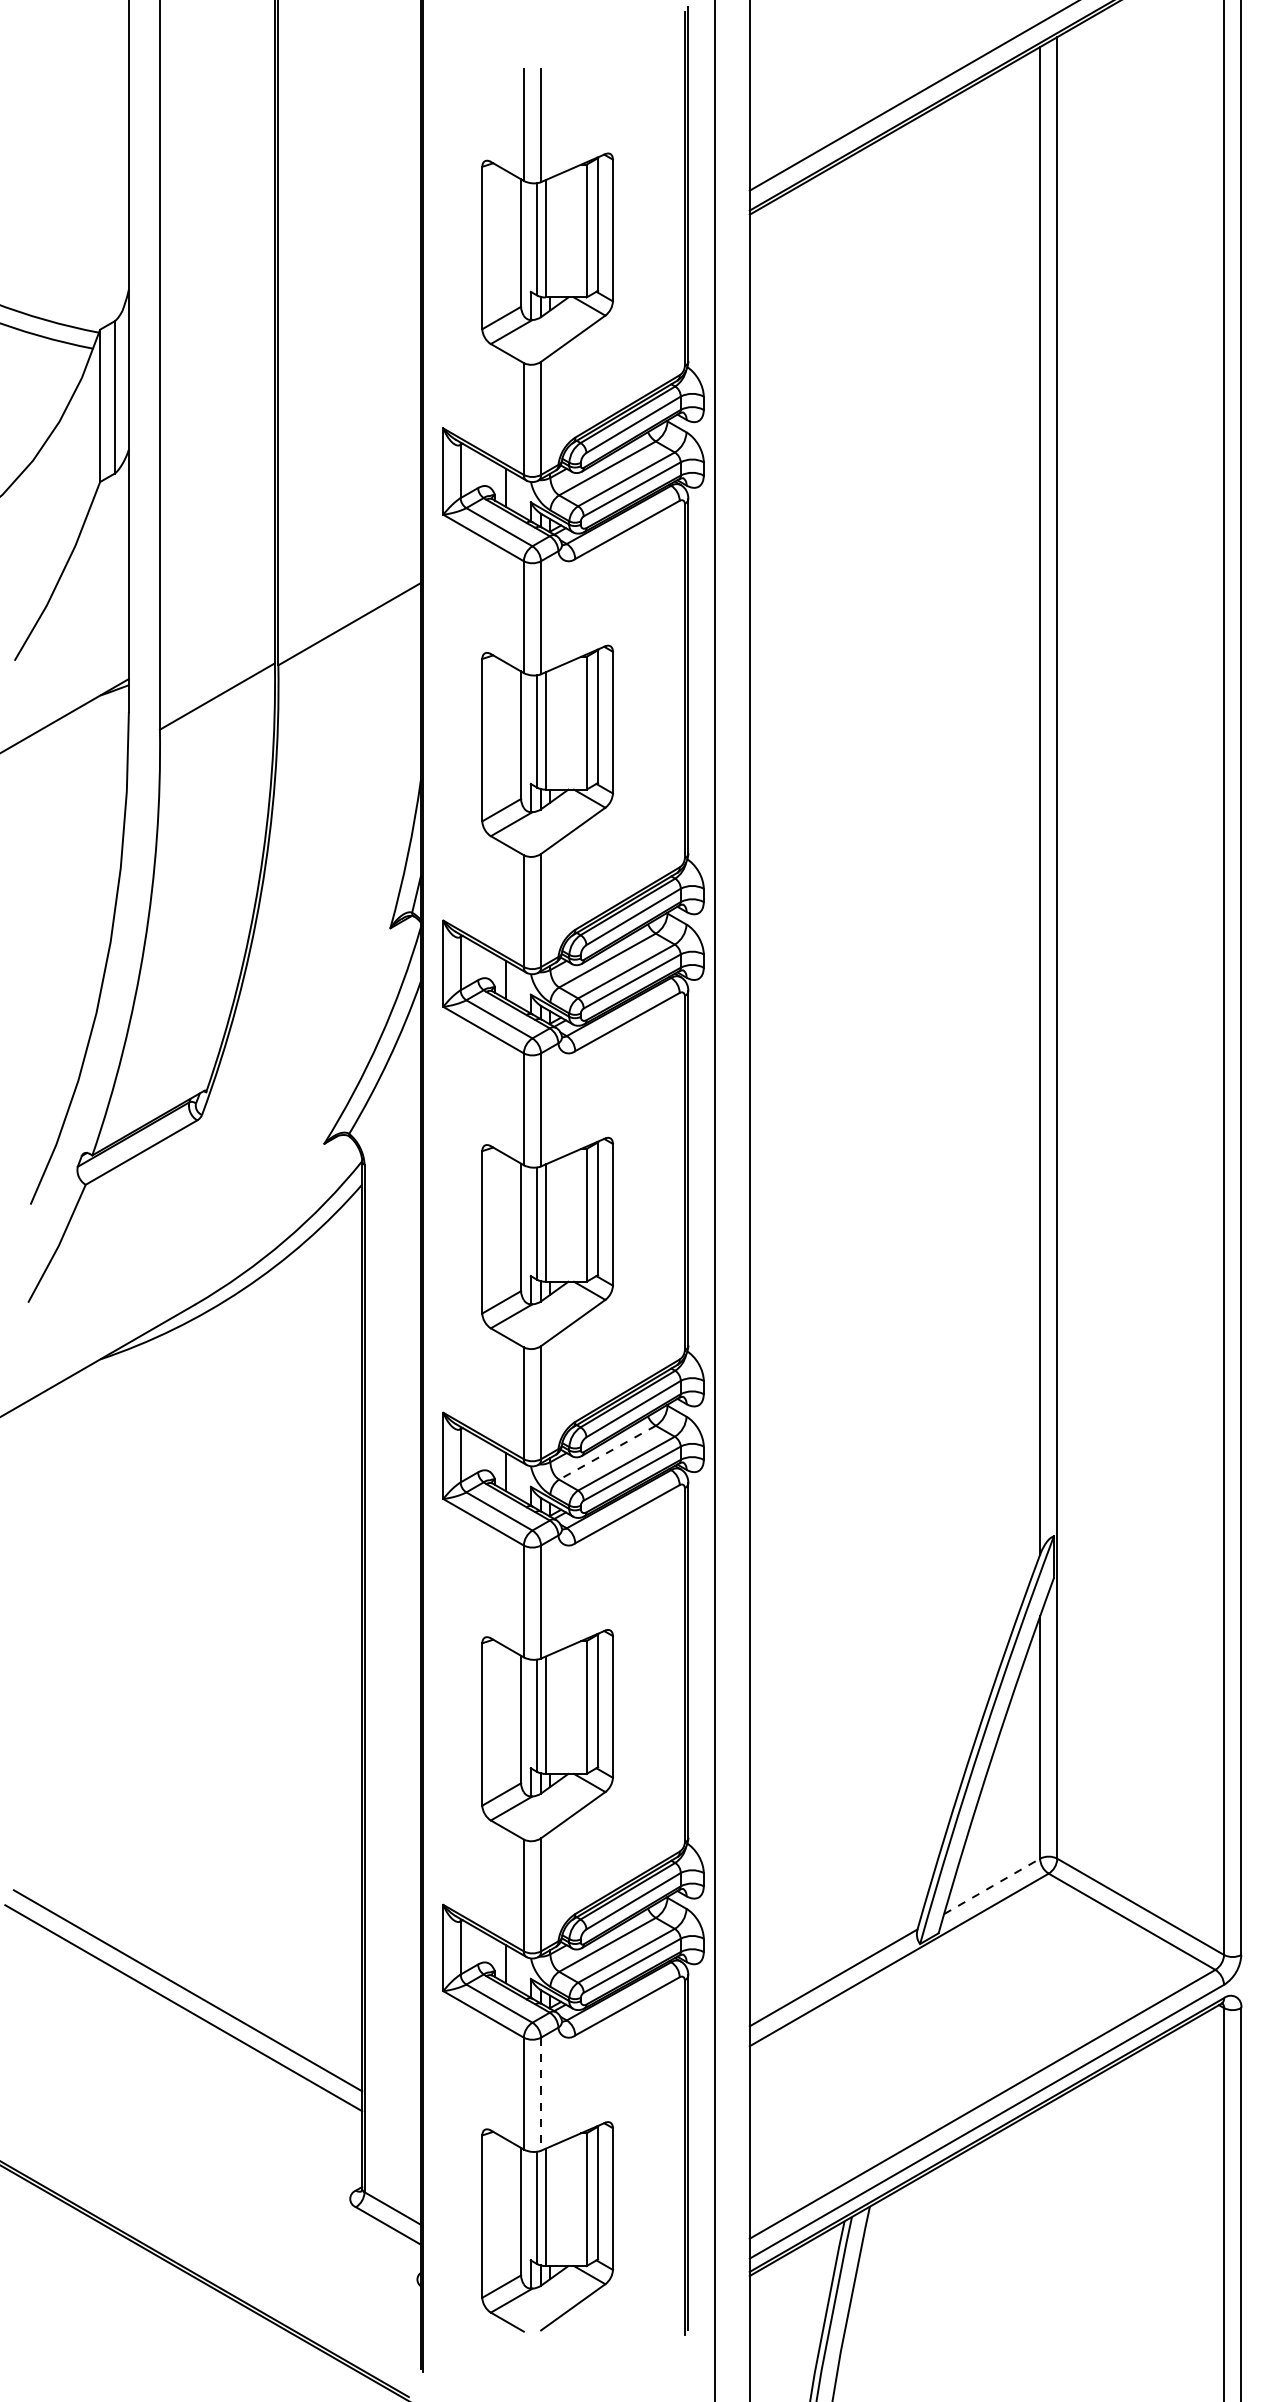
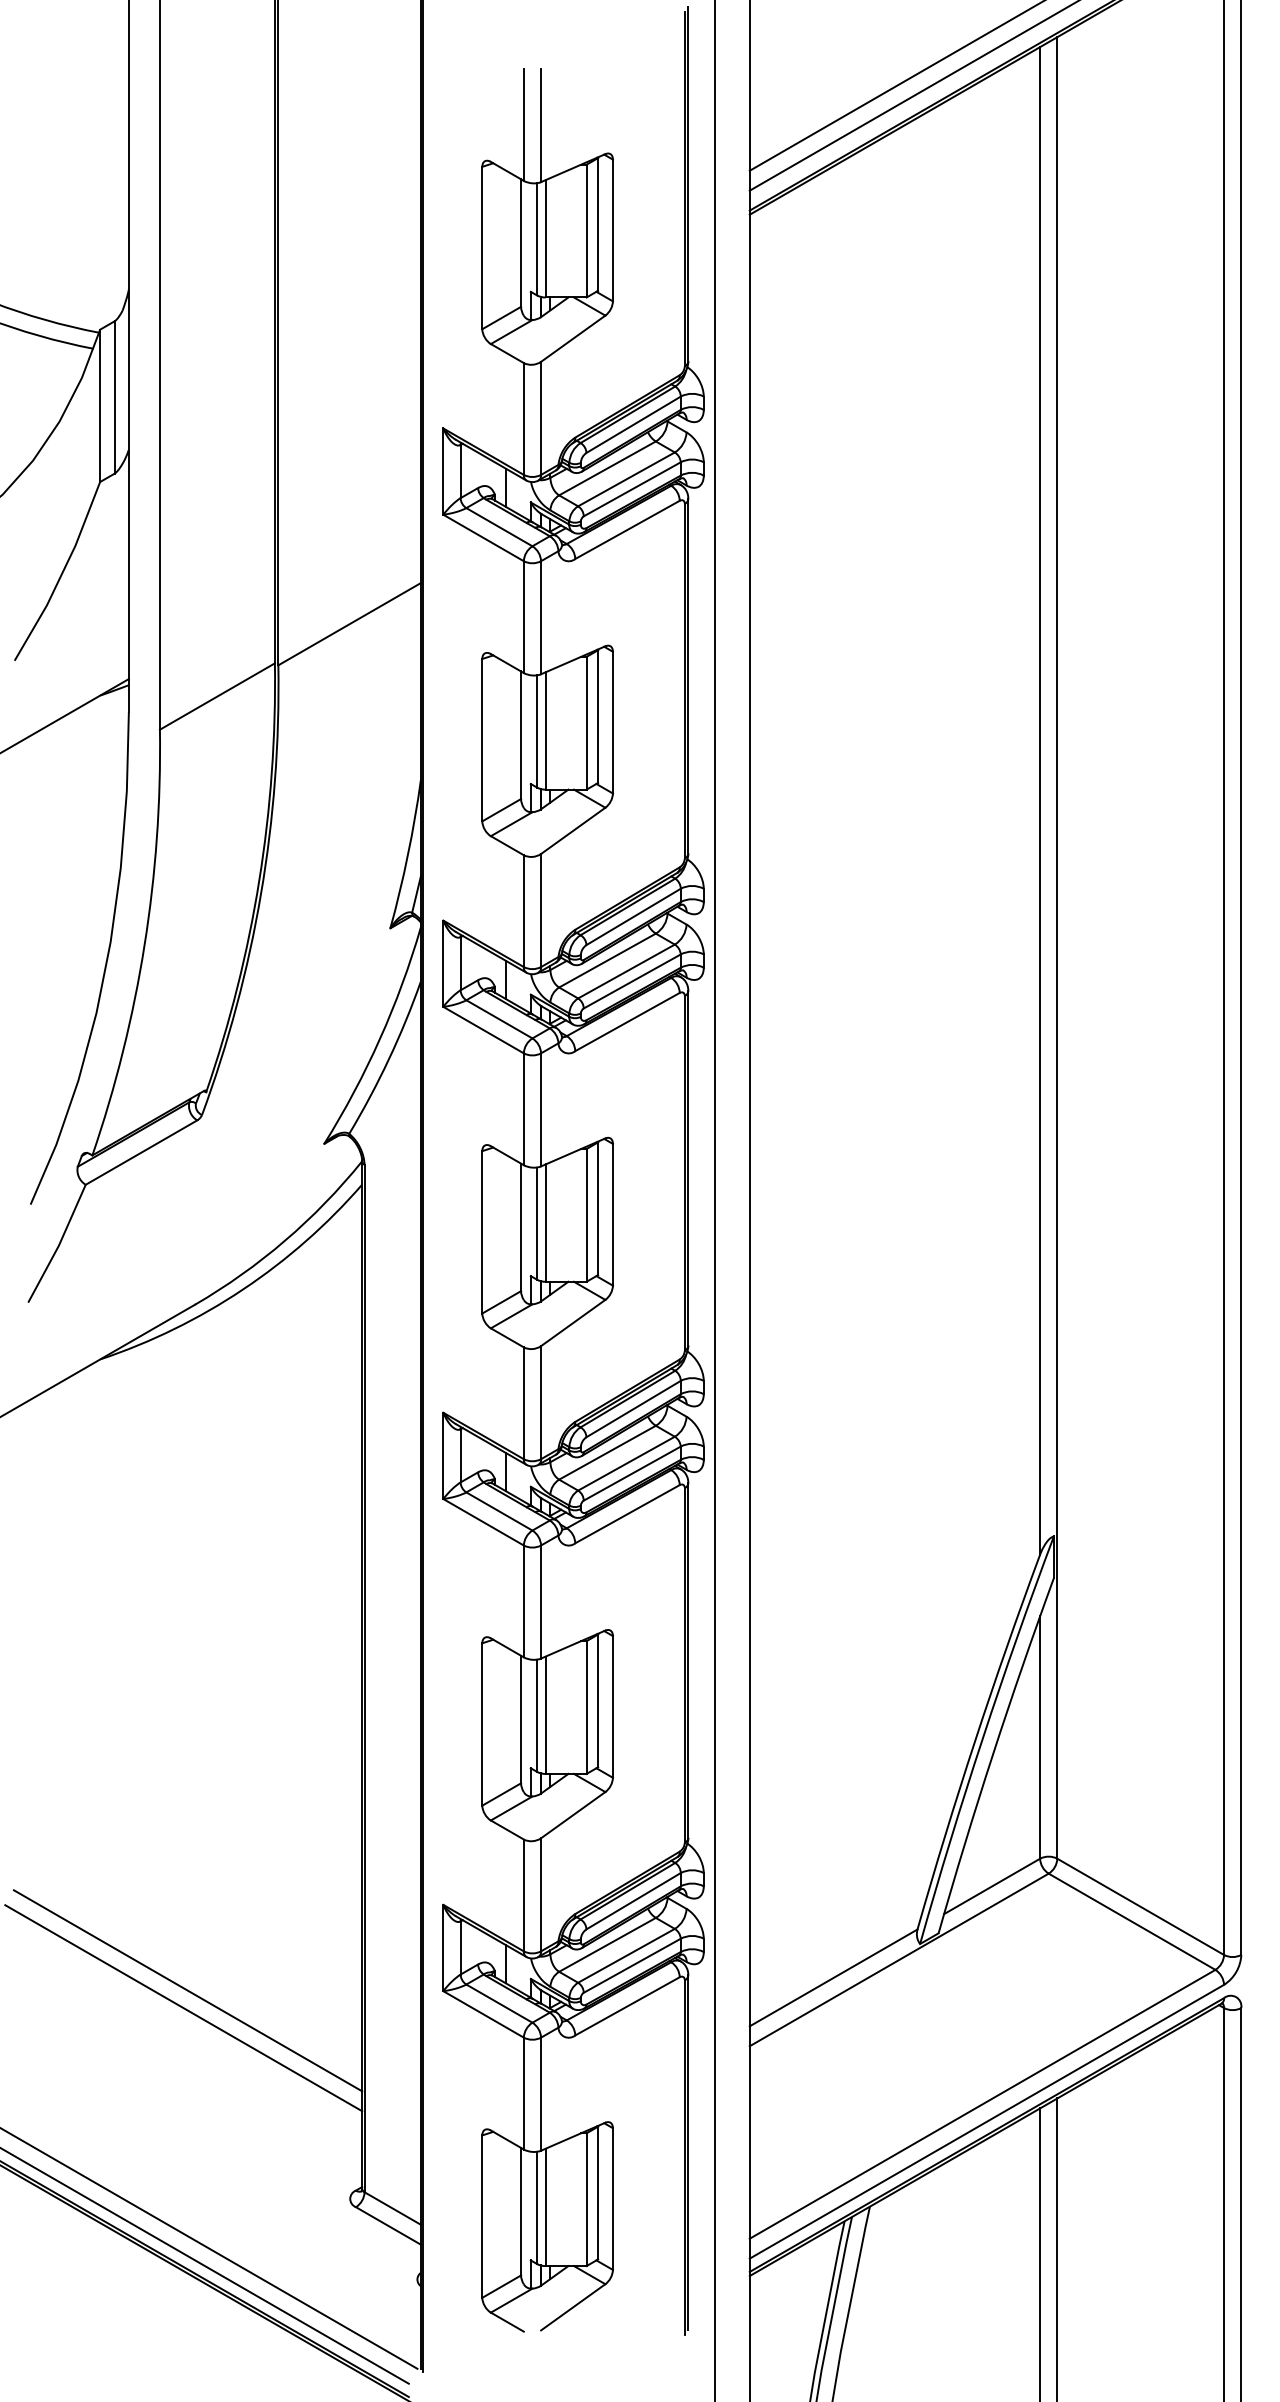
line at (895, 86): none -> present
line at (607, 1452): dashed -> solid
line at (992, 1886): dashed -> solid
line at (541, 2094): dashed -> solid
line at (209, 2248): none -> present
line at (1057, 2248): none -> present
line at (1040, 2253): none -> present
line at (205, 2266): none -> present
